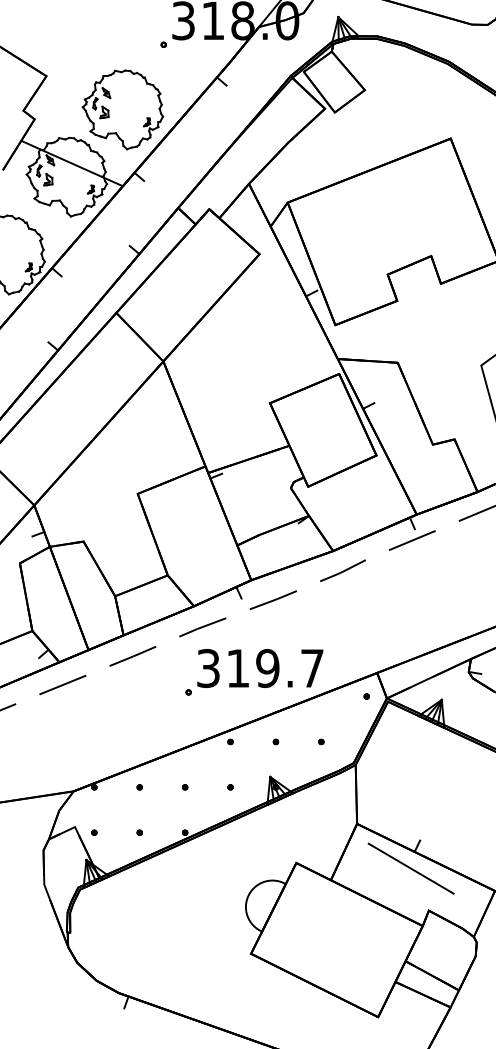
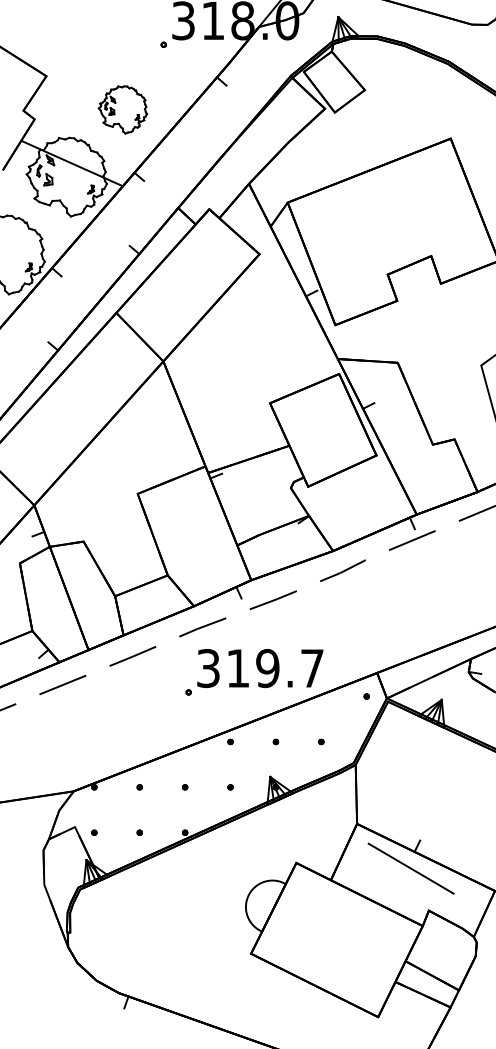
part at (122, 109) size: 84x82 px -> 52x50 px
